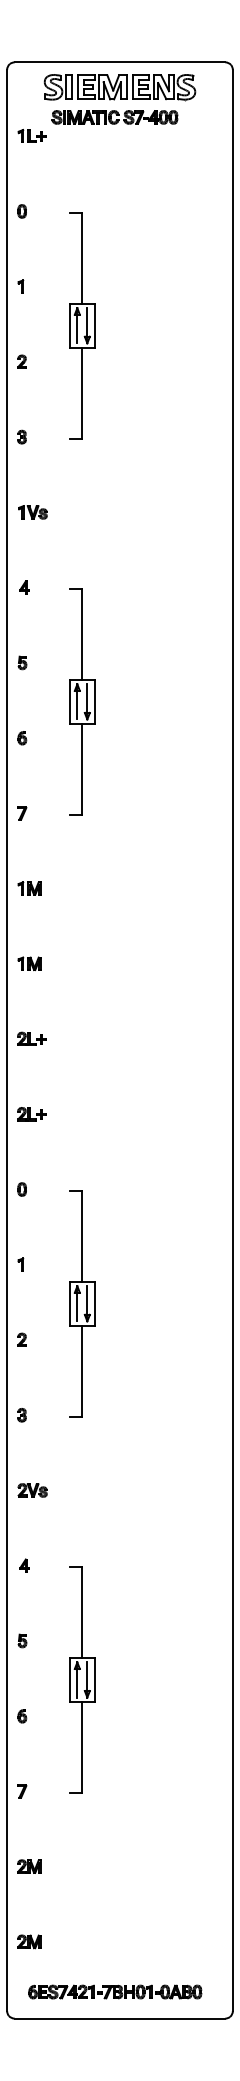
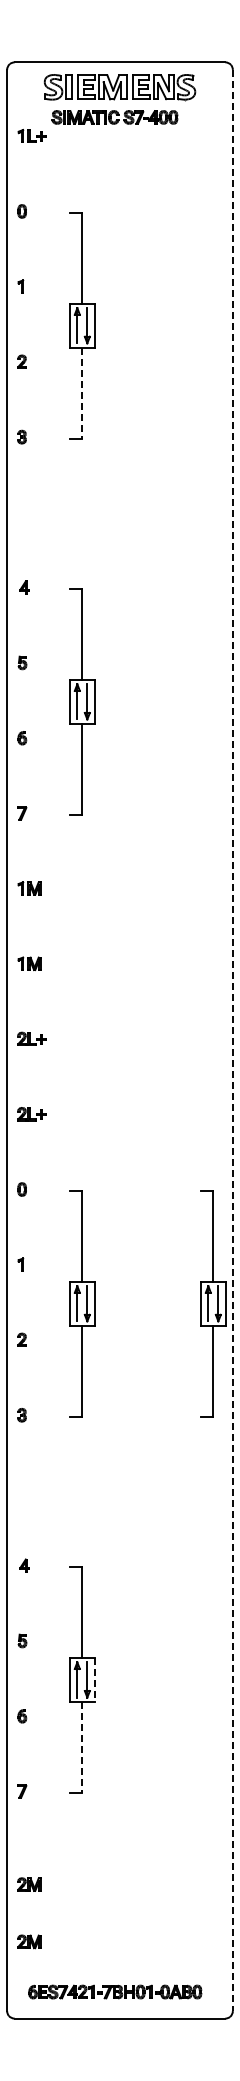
line at (82, 393): solid -> dashed
part at (32, 512): present -> none
line at (232, 1040): solid -> dashed
part at (213, 1303): none -> present
part at (32, 1490): present -> none
line at (94, 1679): solid -> dashed
line at (82, 1747): solid -> dashed
part at (29, 1866) position: (29, 1866) -> (29, 1884)
